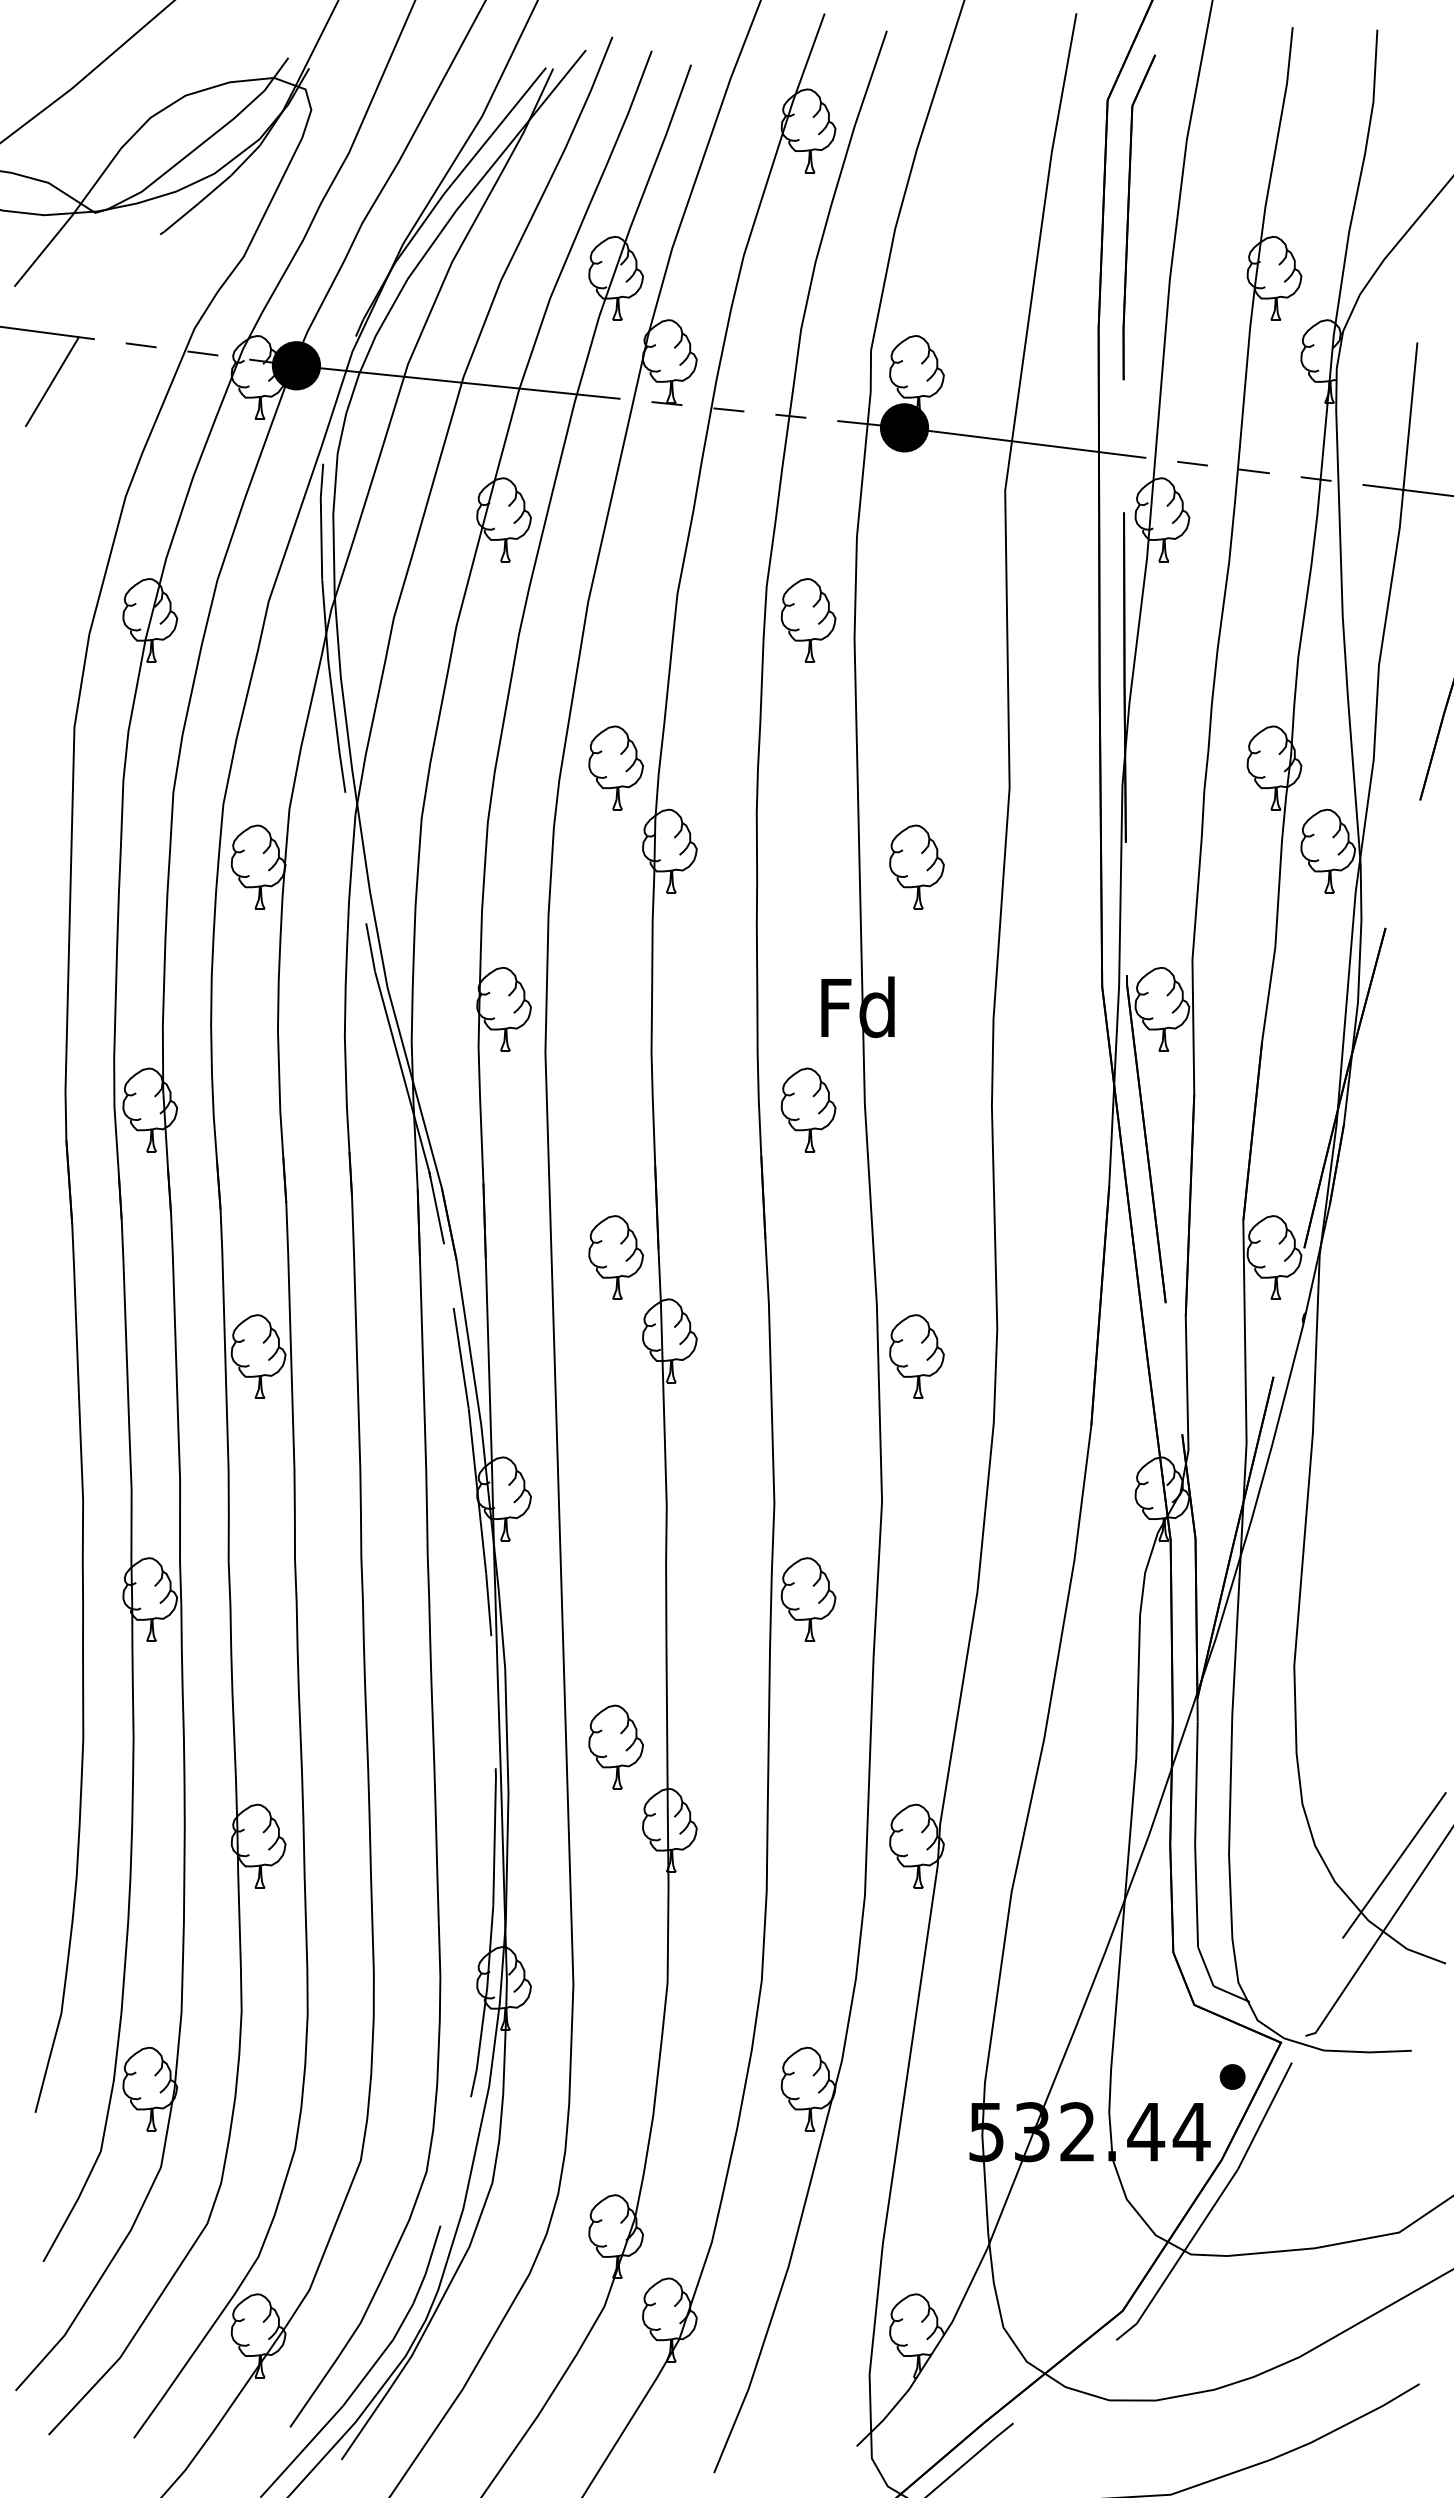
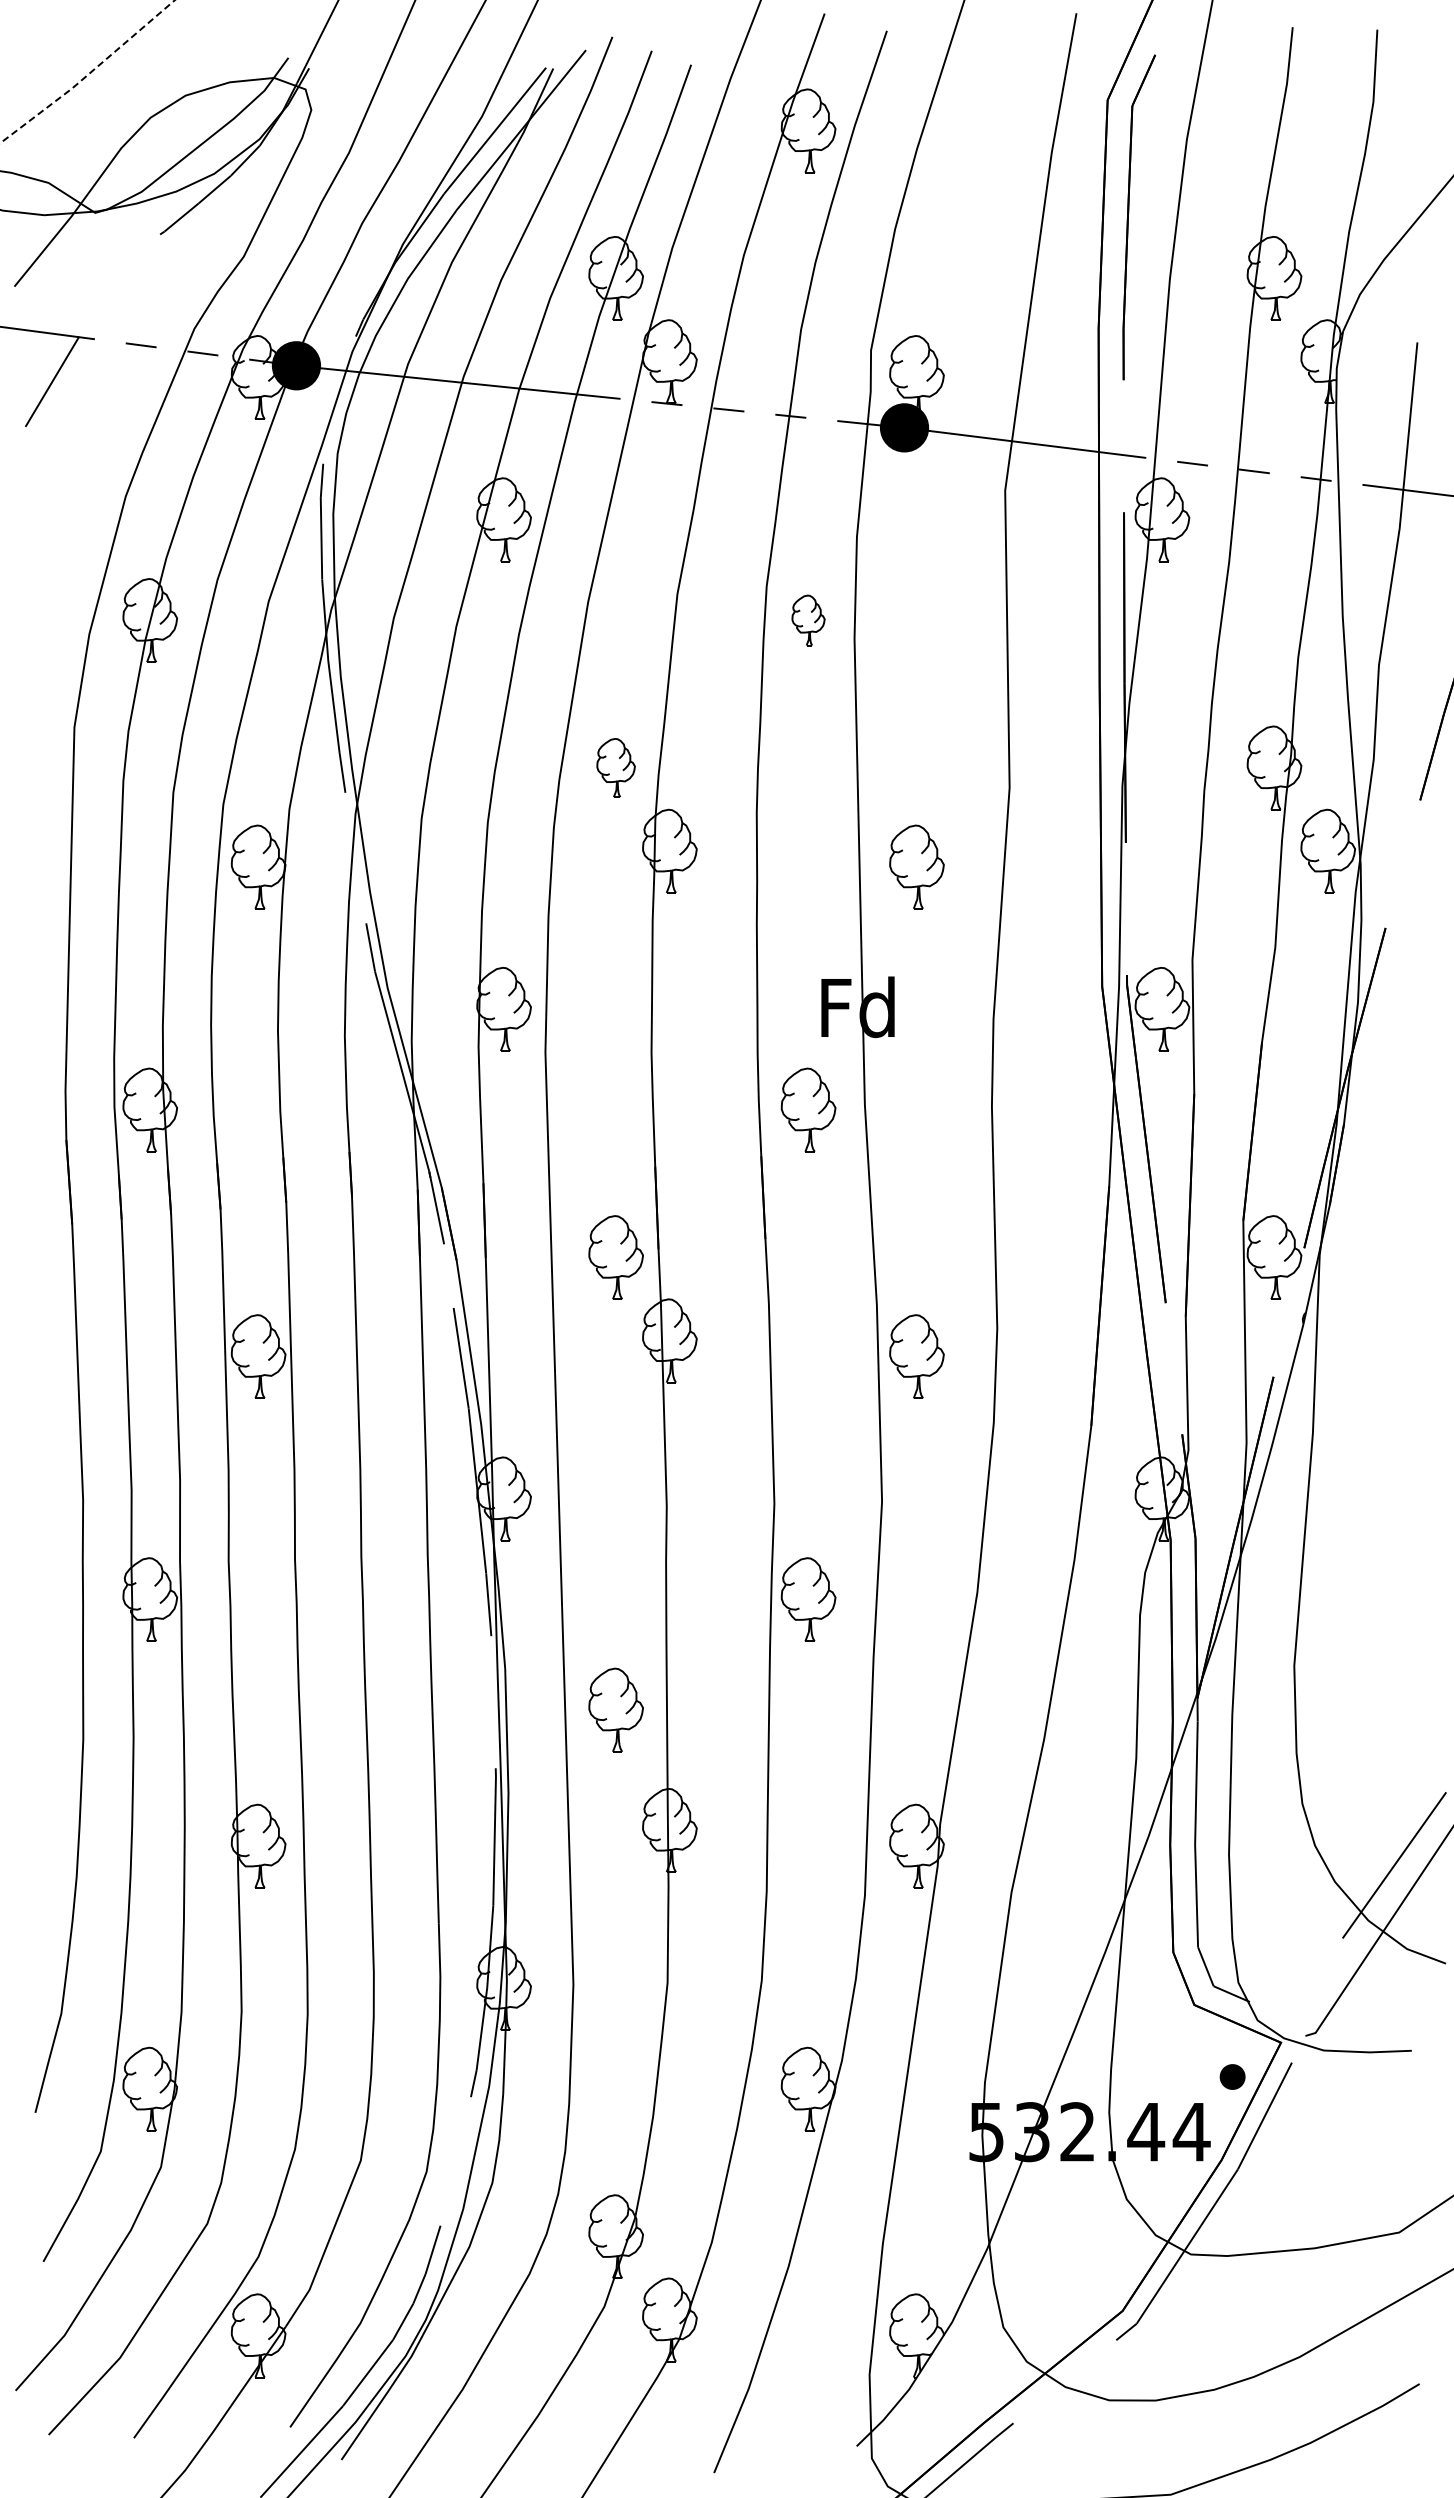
line at (88, 74): solid -> dashed
part at (808, 620) size: 57x85 px -> 35x53 px
part at (615, 767) size: 56x86 px -> 40x60 px
part at (615, 1746) position: (615, 1746) -> (615, 1709)
